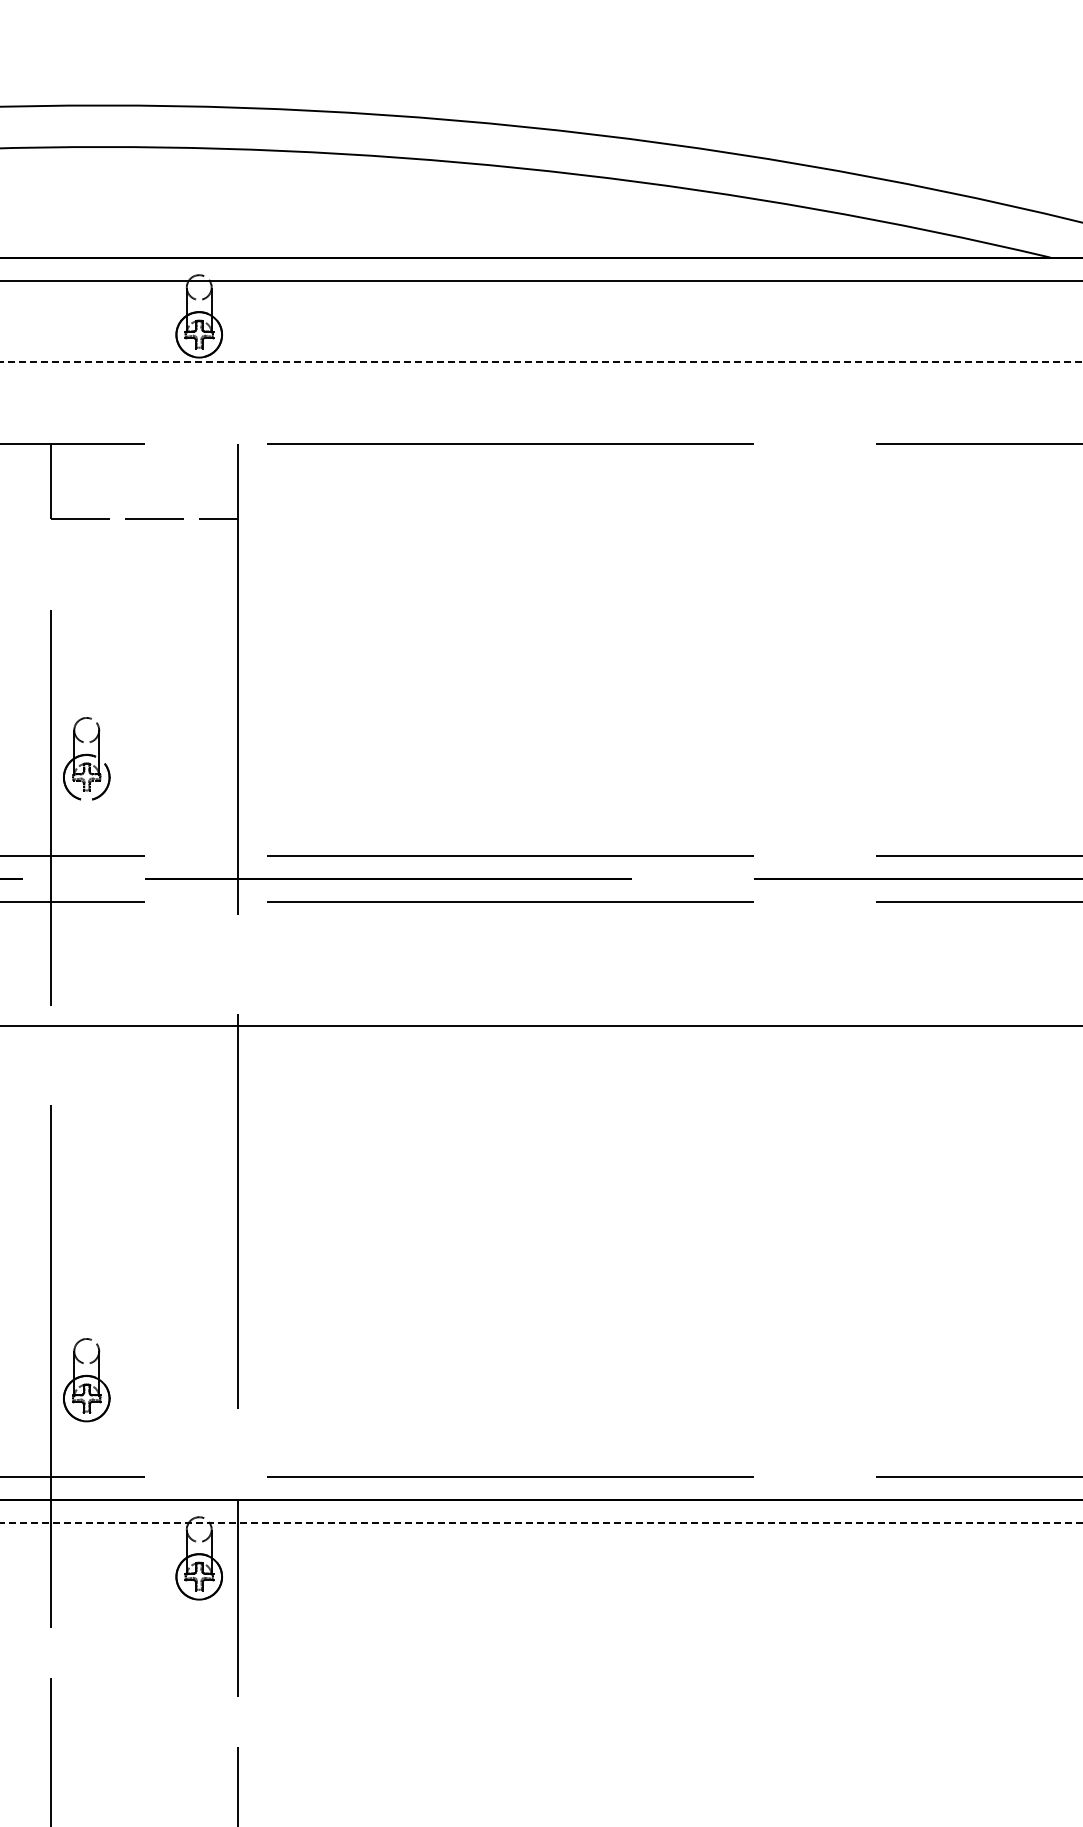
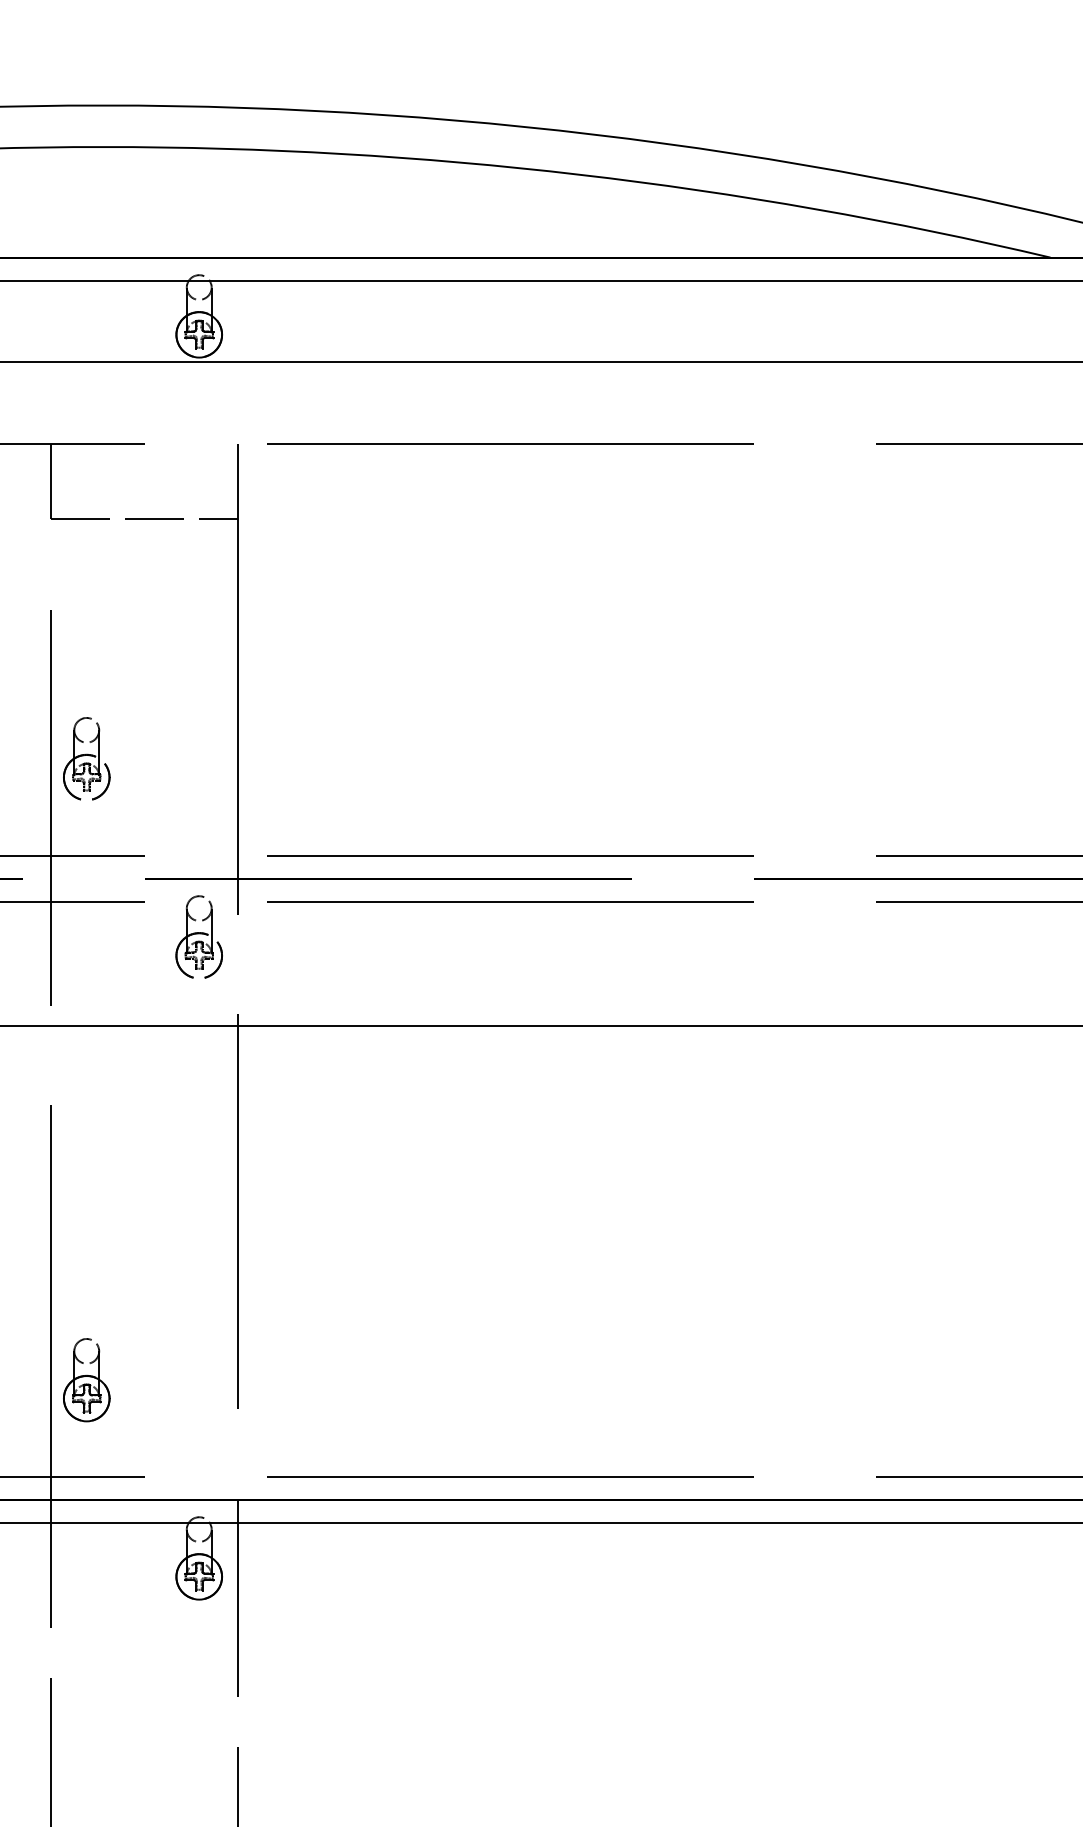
line at (540, 361): dashed -> solid
part at (198, 936): none -> present
line at (541, 1523): dashed -> solid
